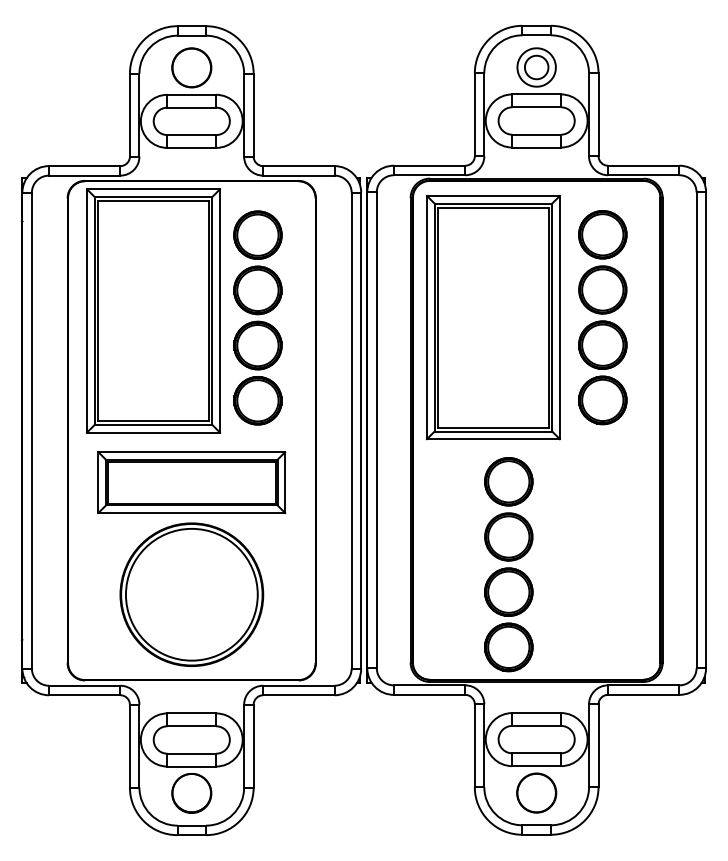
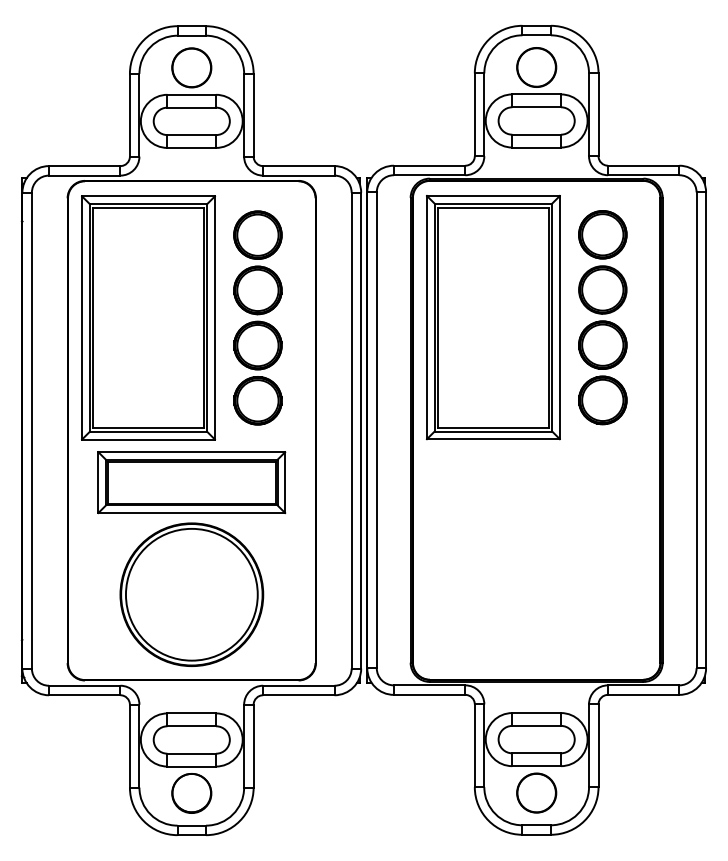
circle at (536, 67) diameter: 24 px -> 39 px
part at (153, 310) position: (153, 310) -> (148, 317)
part at (508, 564): present -> none
